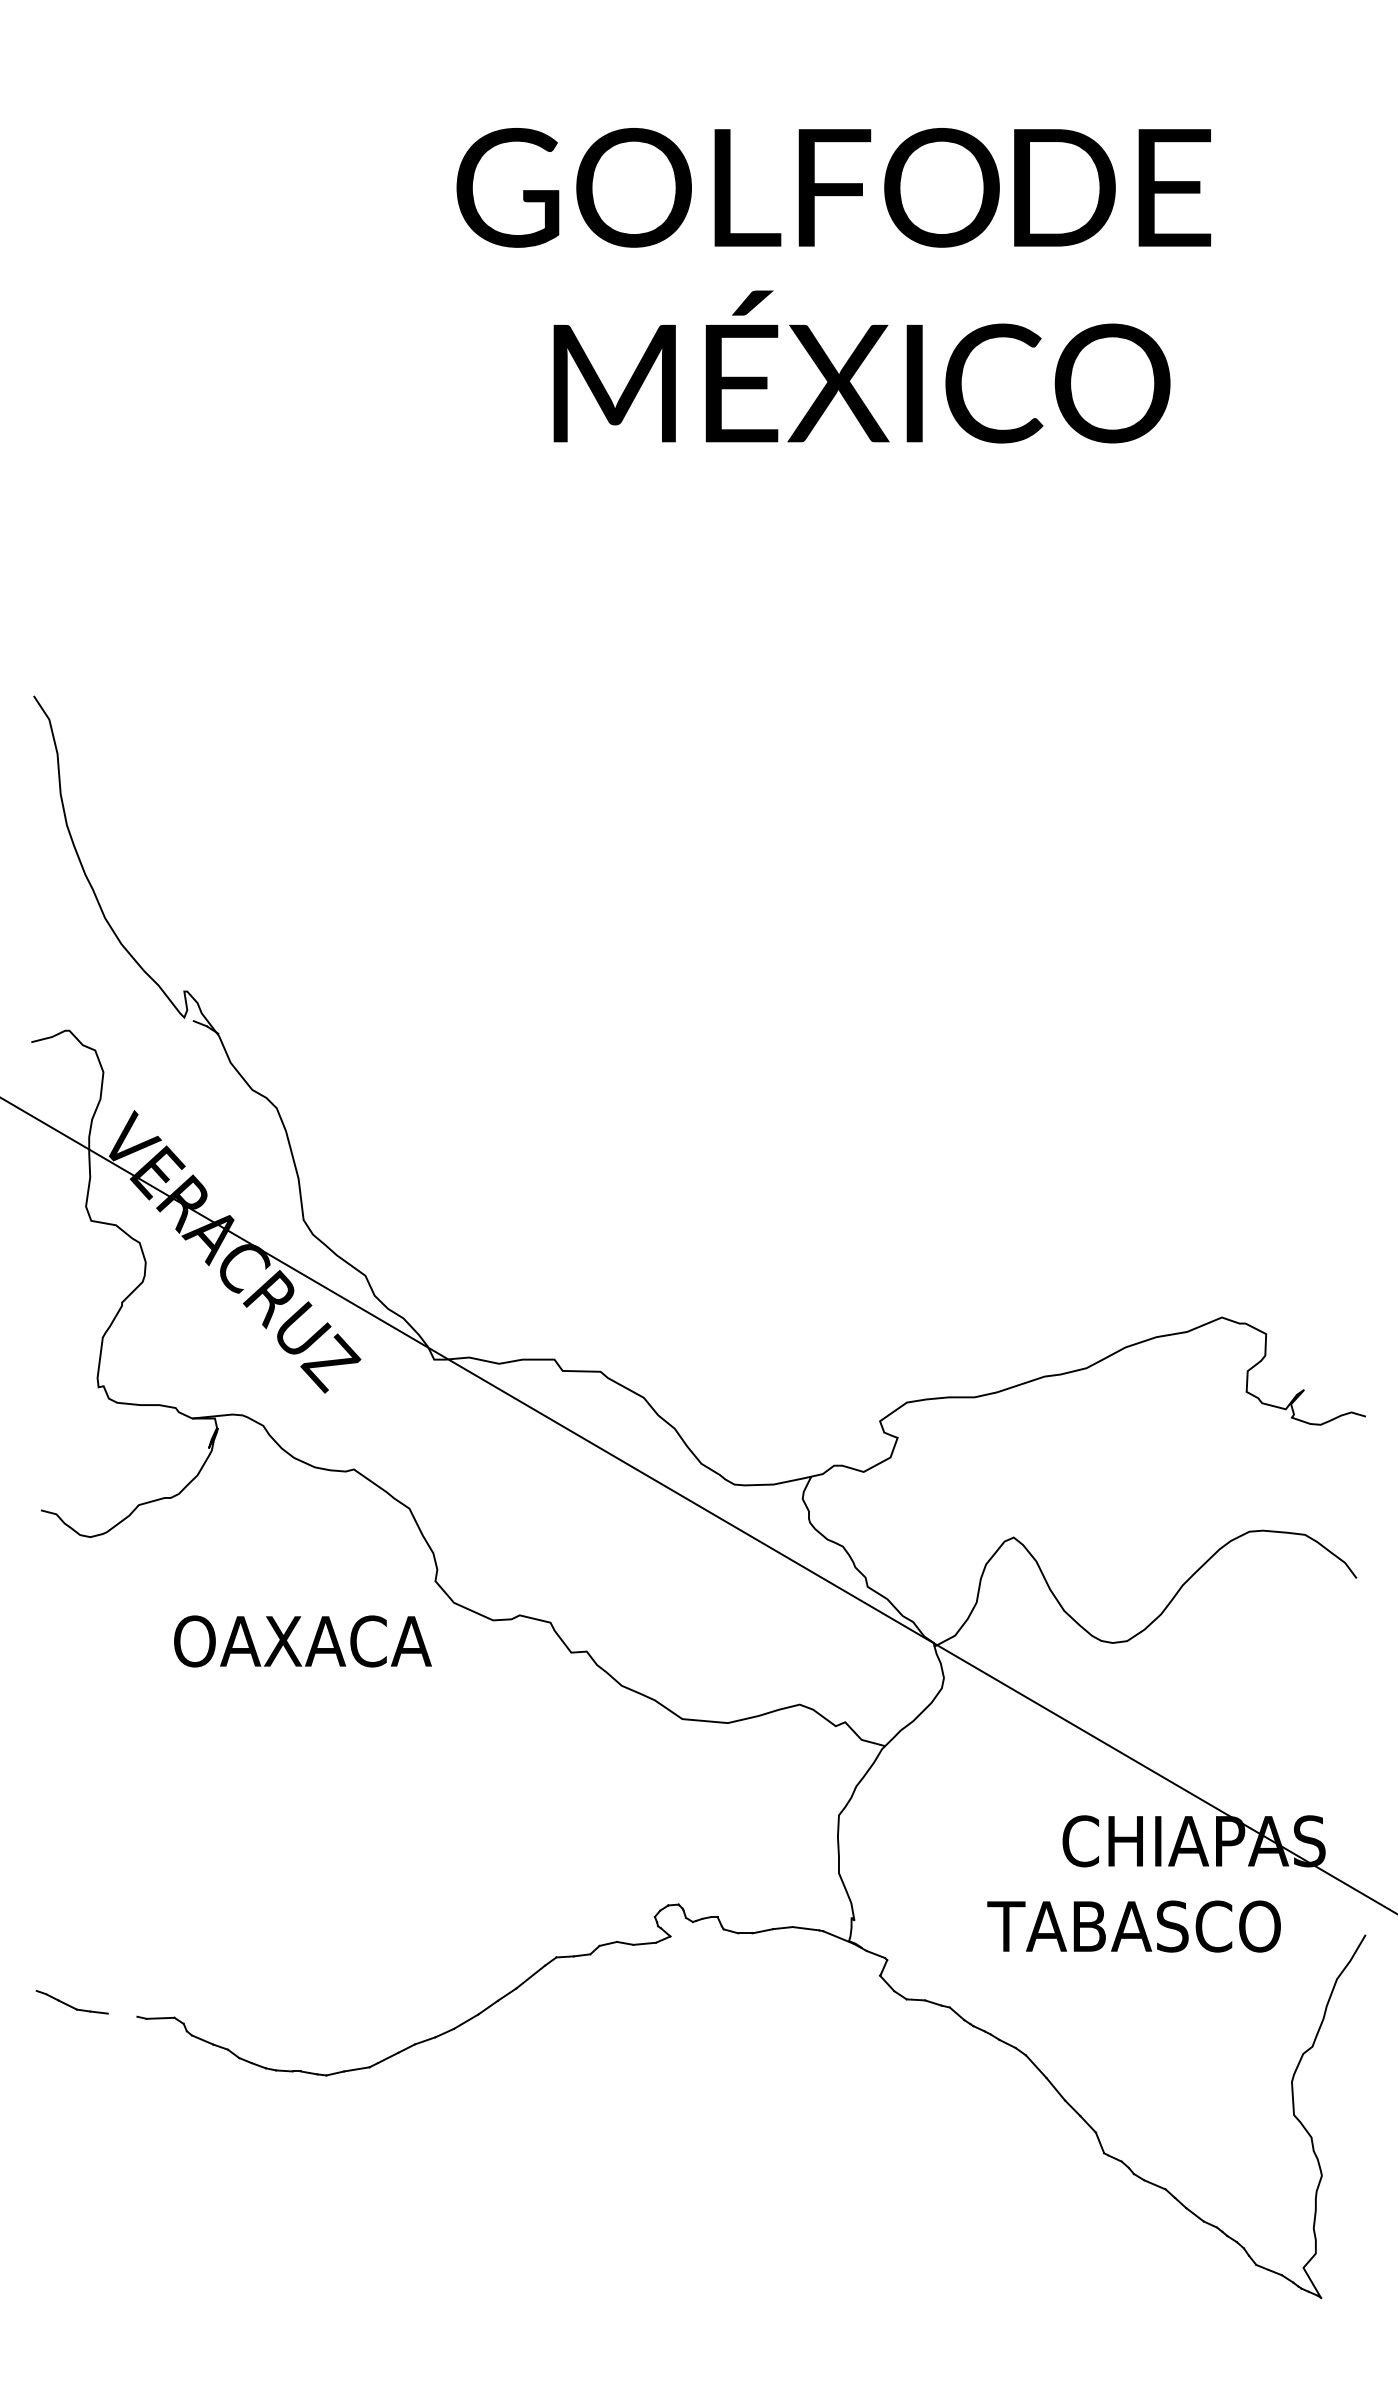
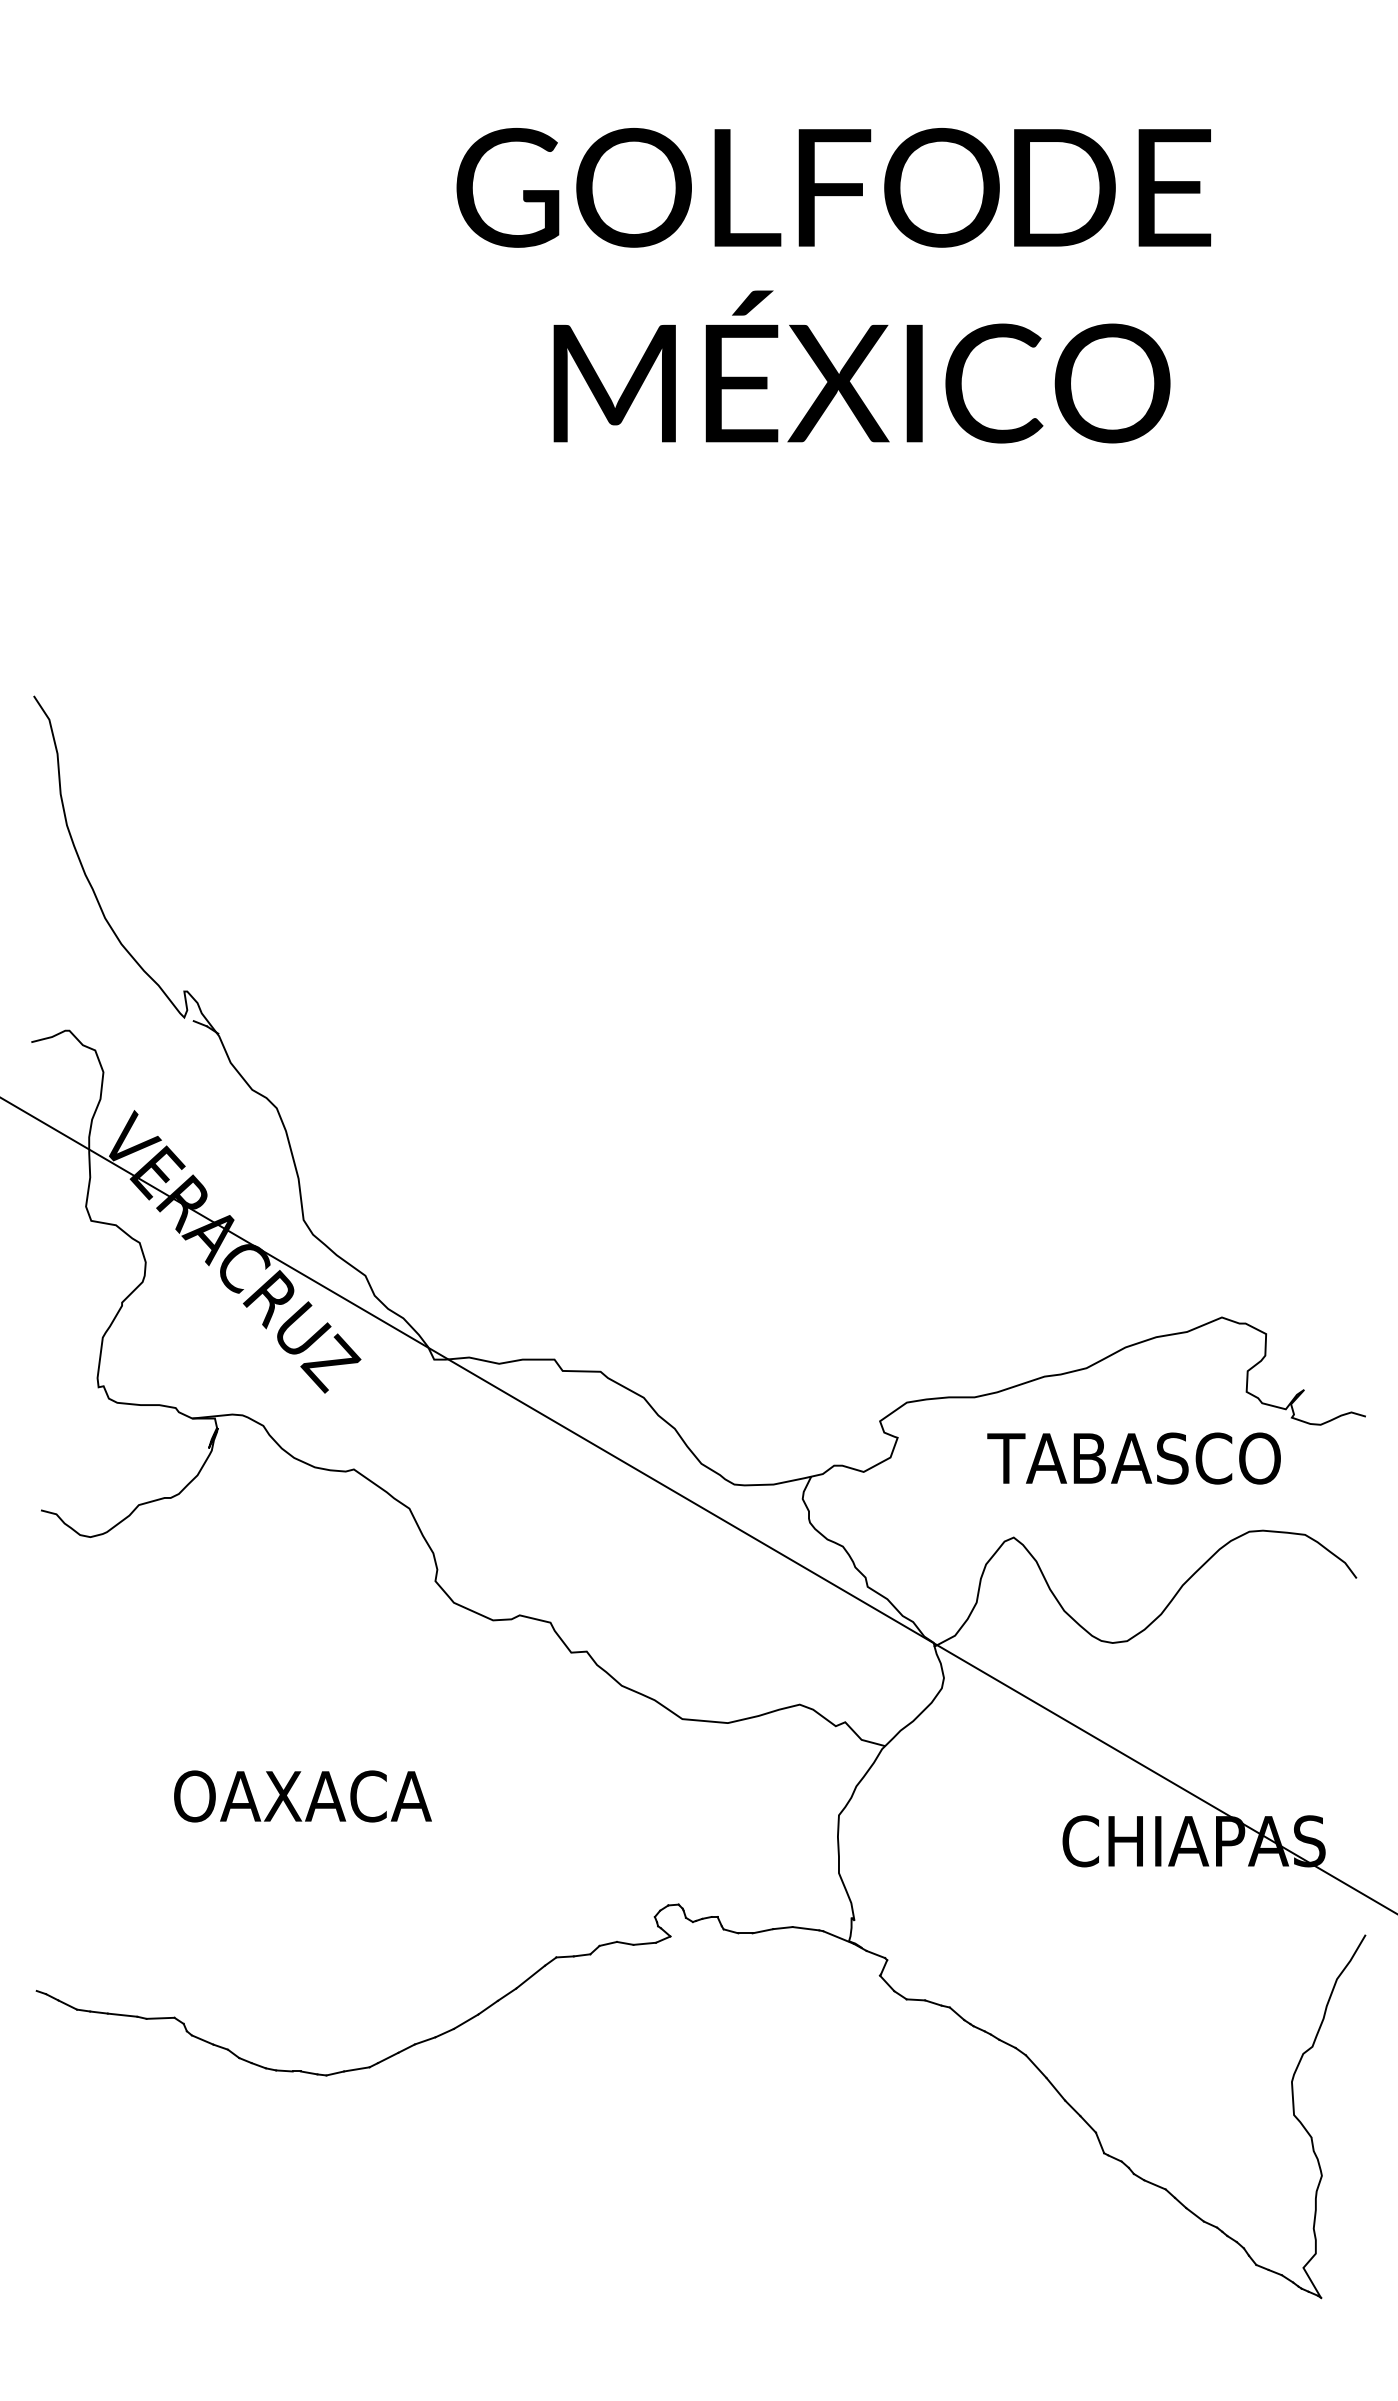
text at (302, 1641) position: (302, 1641) -> (302, 1796)
text at (1133, 1926) position: (1133, 1926) -> (1133, 1458)
line at (122, 2014): none -> present
